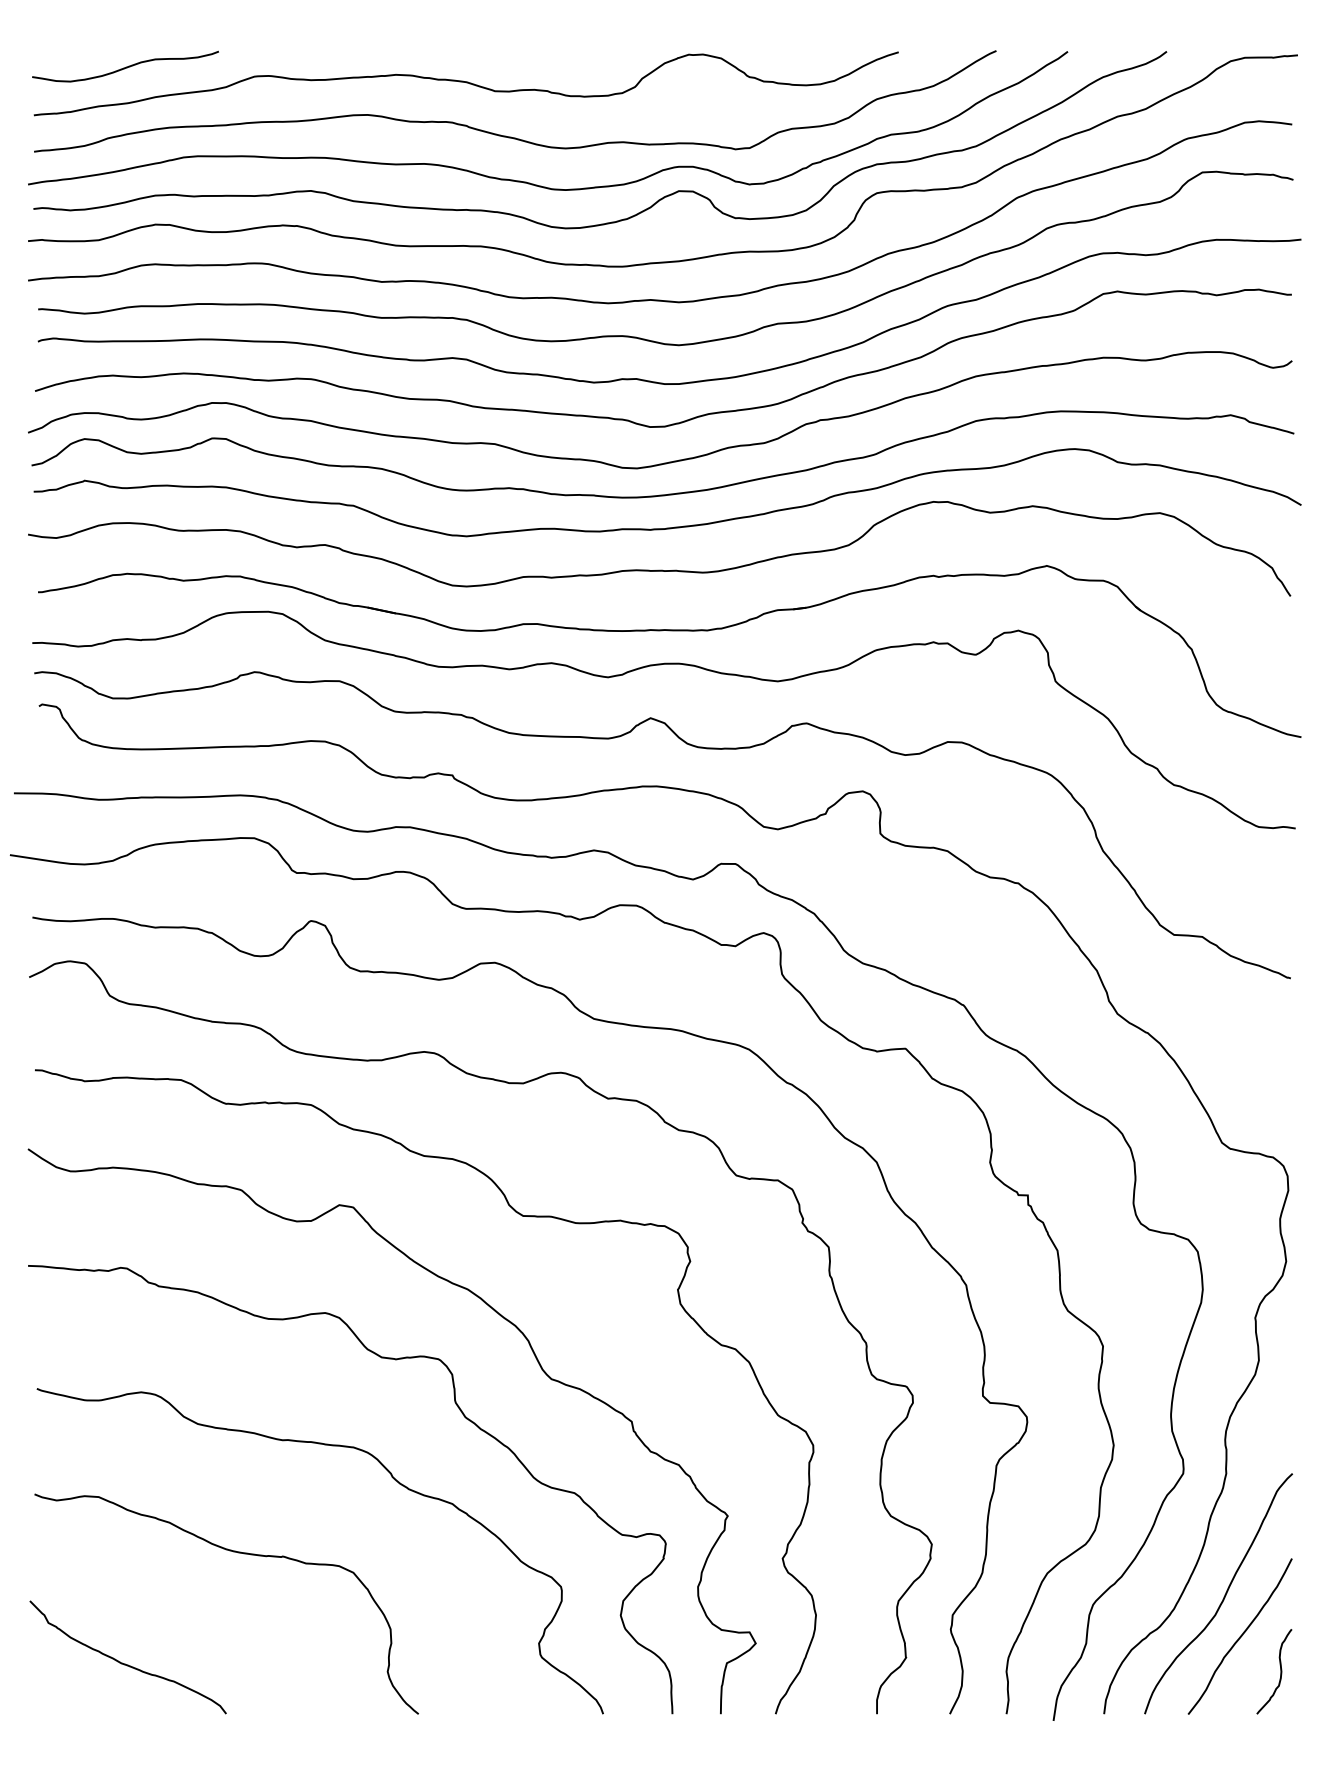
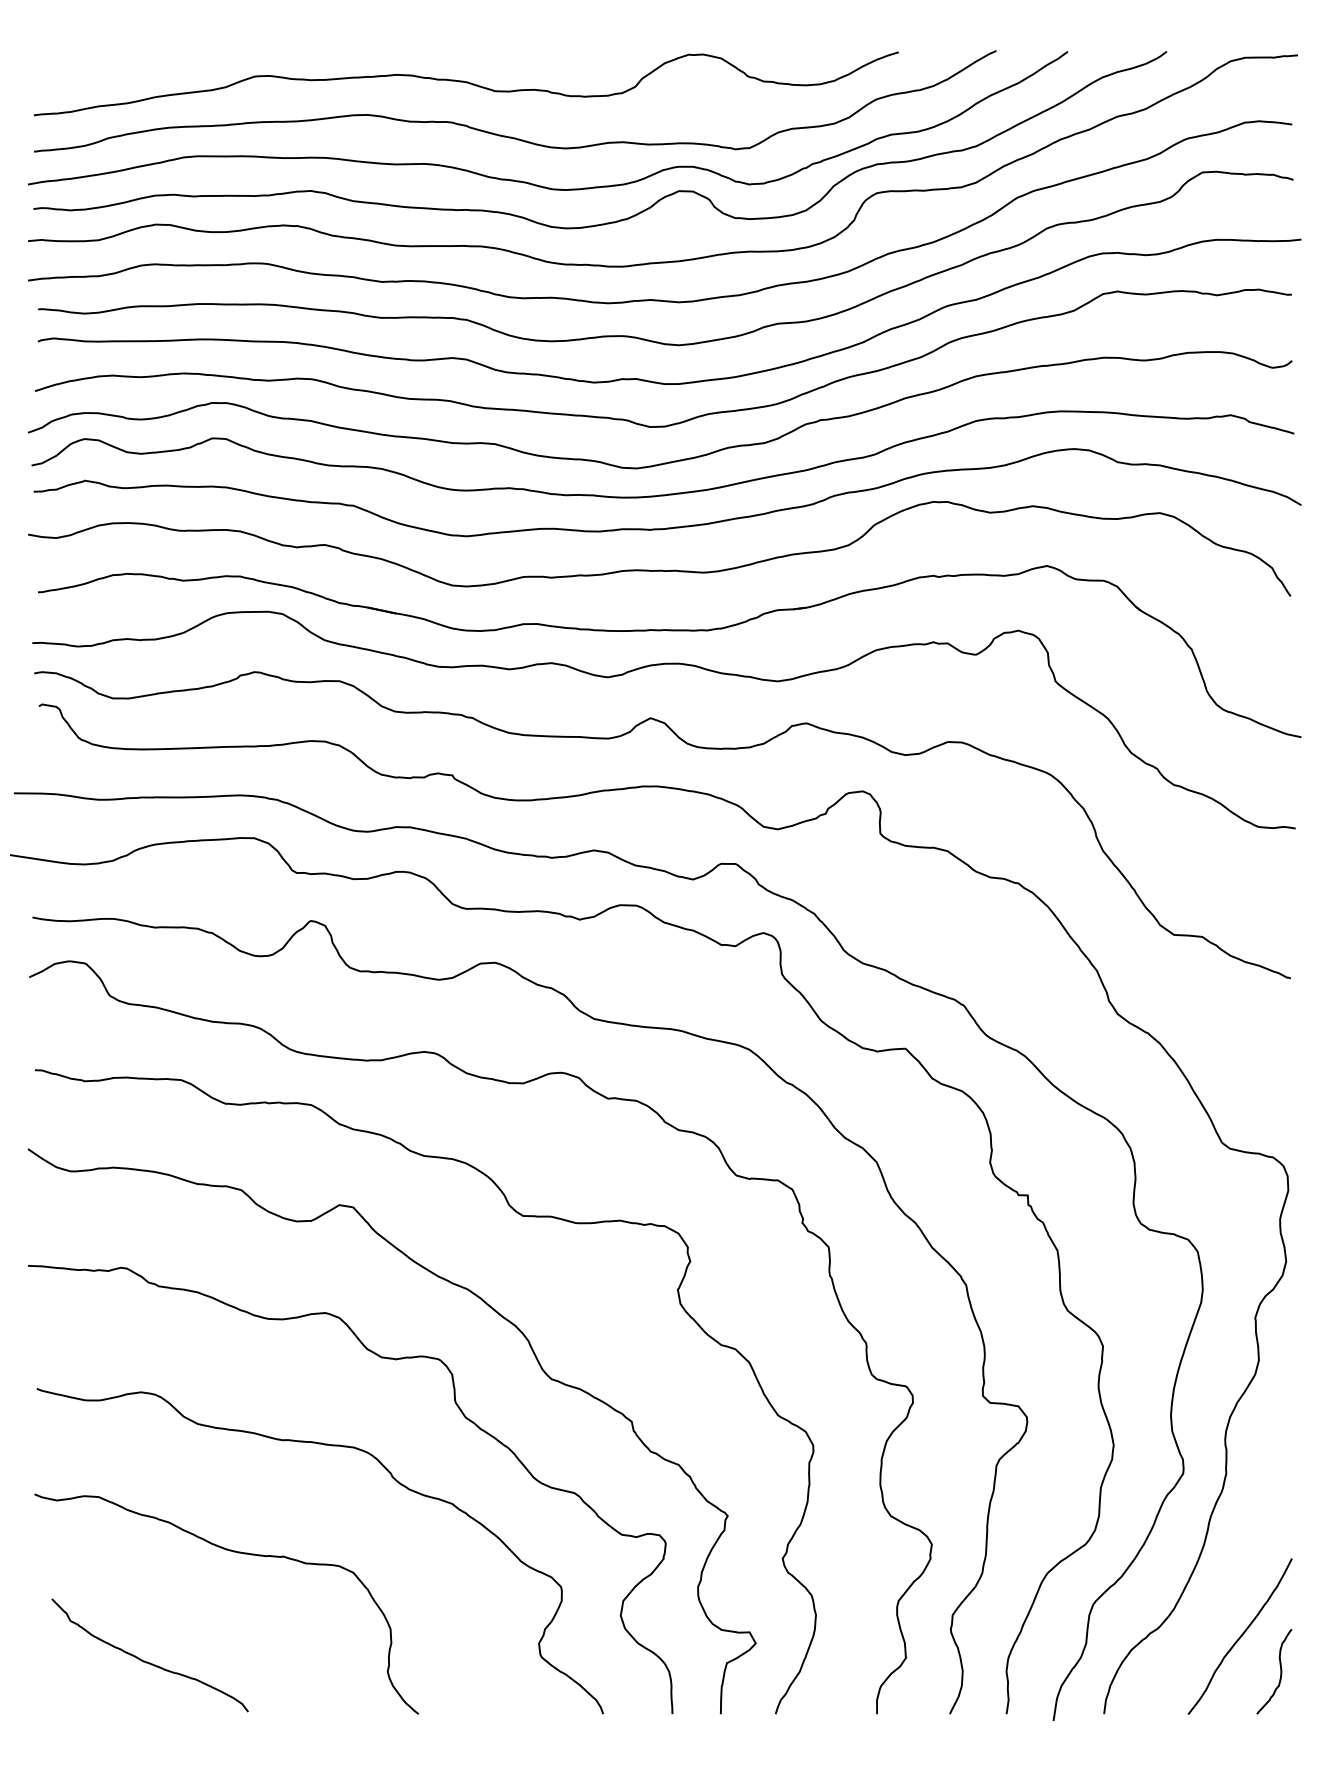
curve at (126, 66): present -> none
curve at (1223, 1596): present -> none
curve at (125, 1663) position: (125, 1663) -> (147, 1661)
